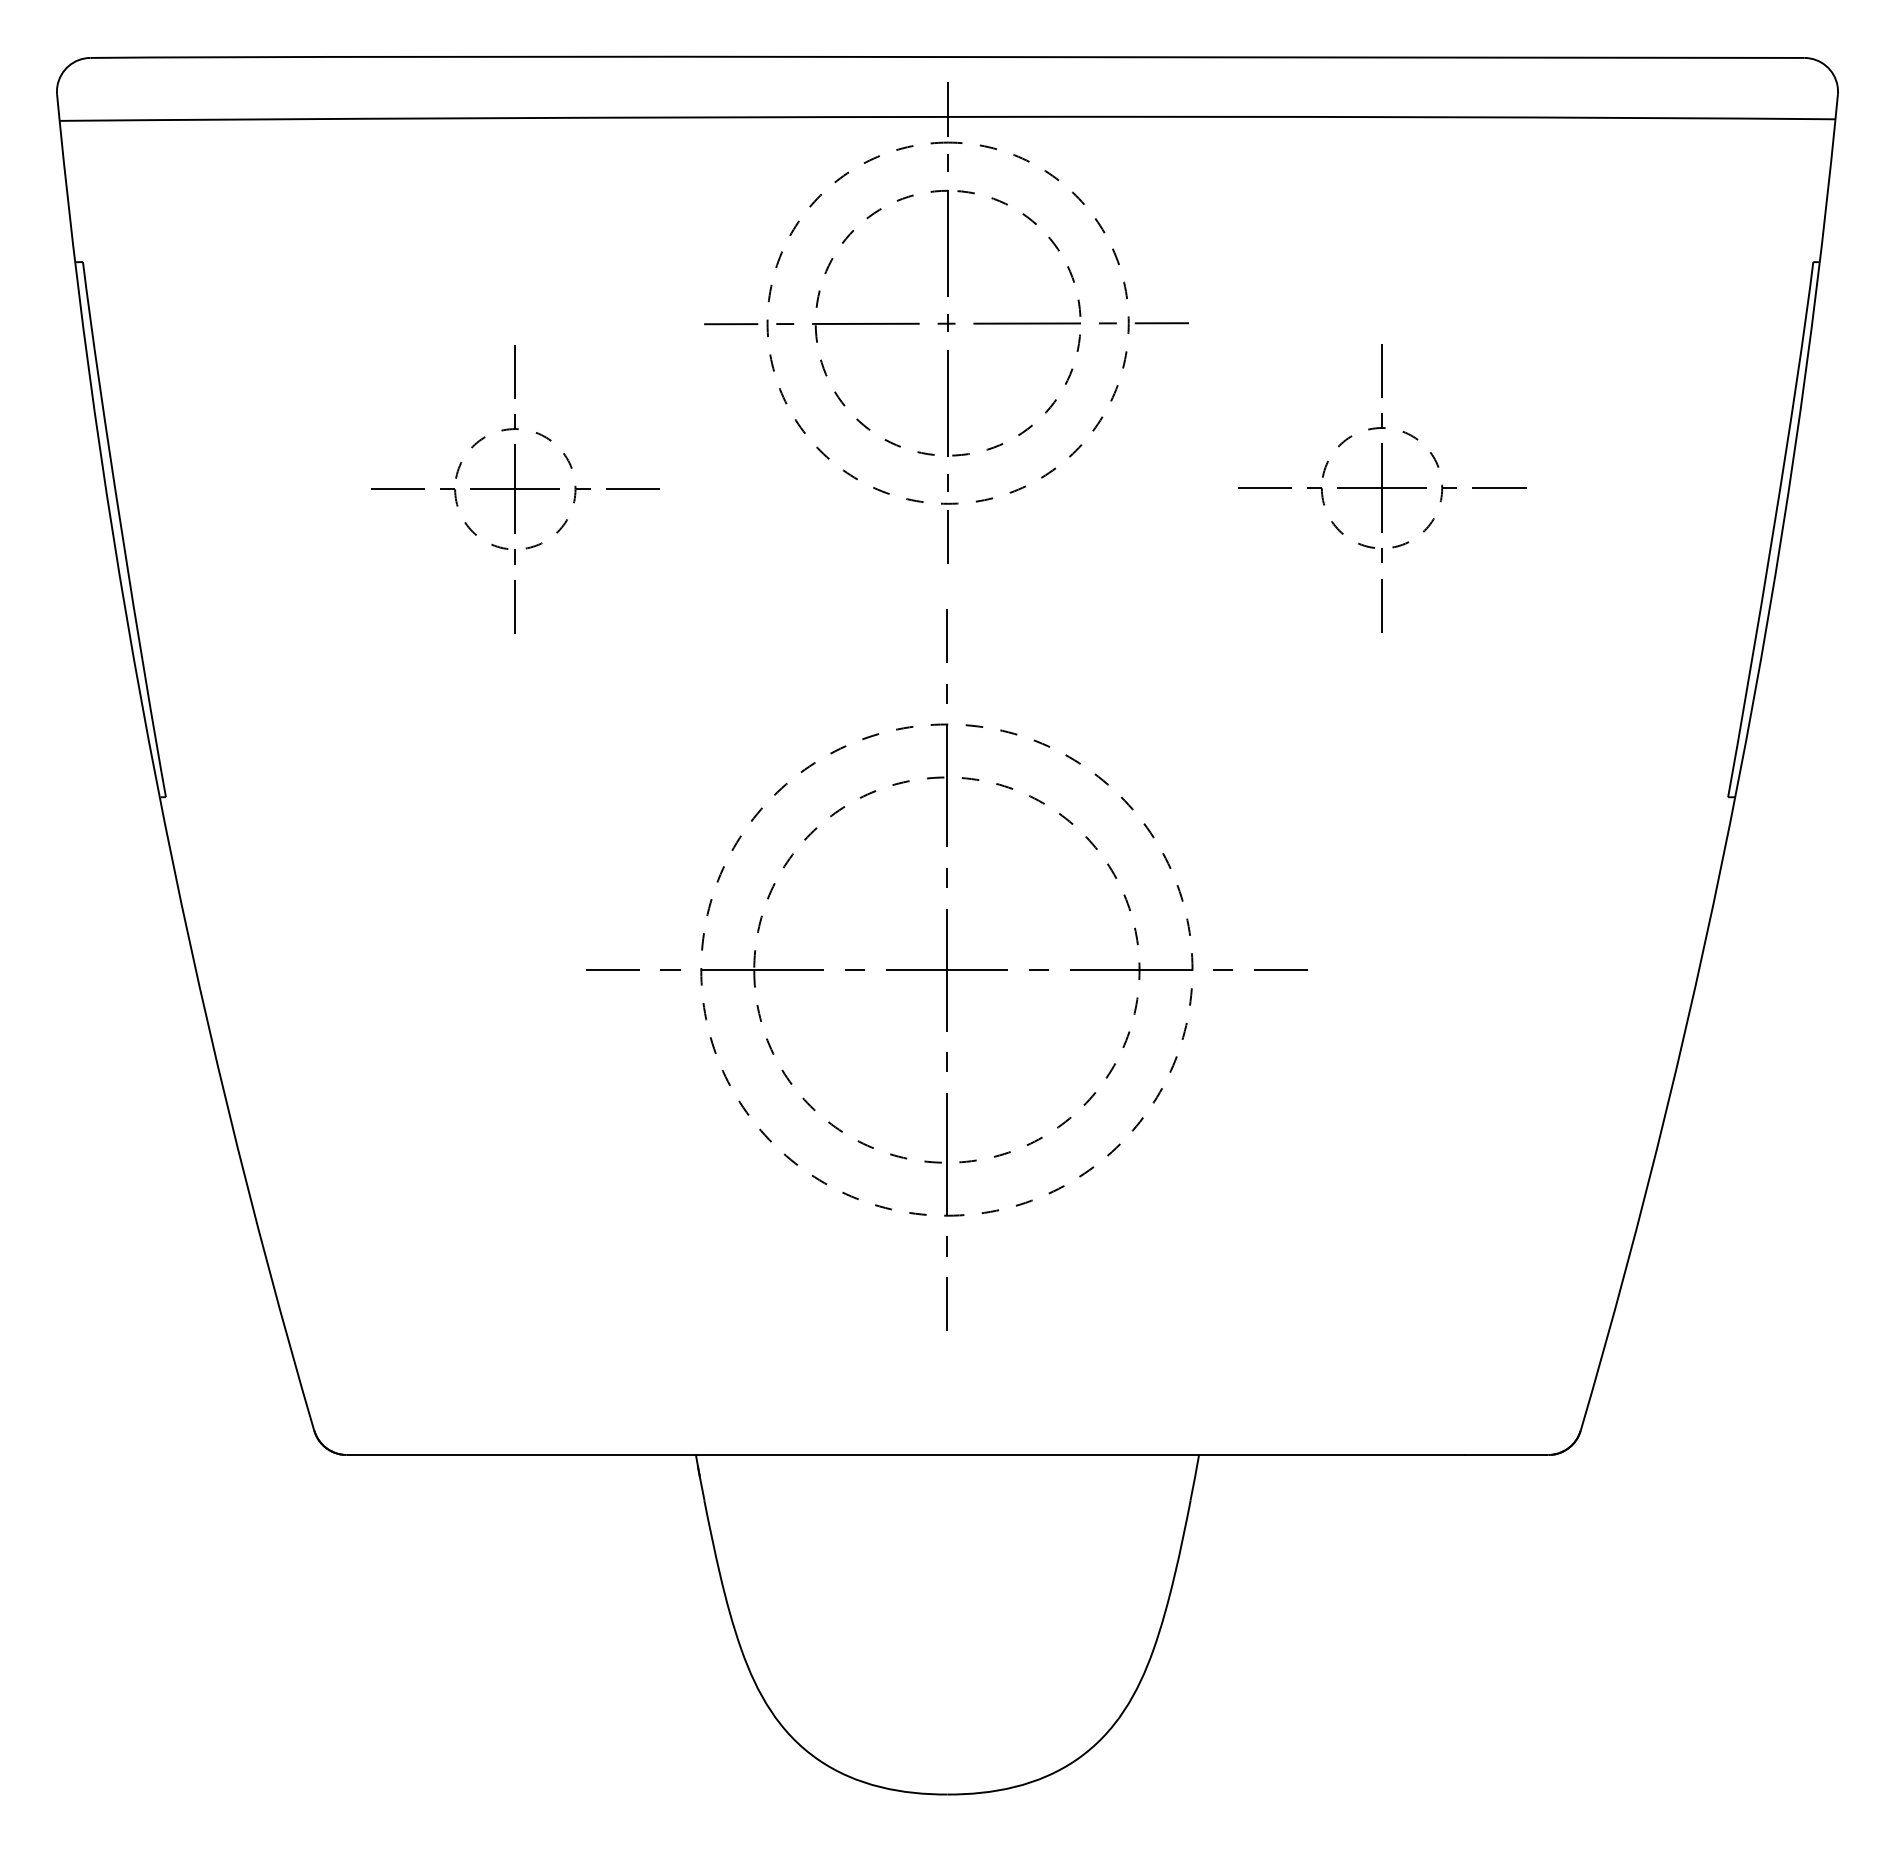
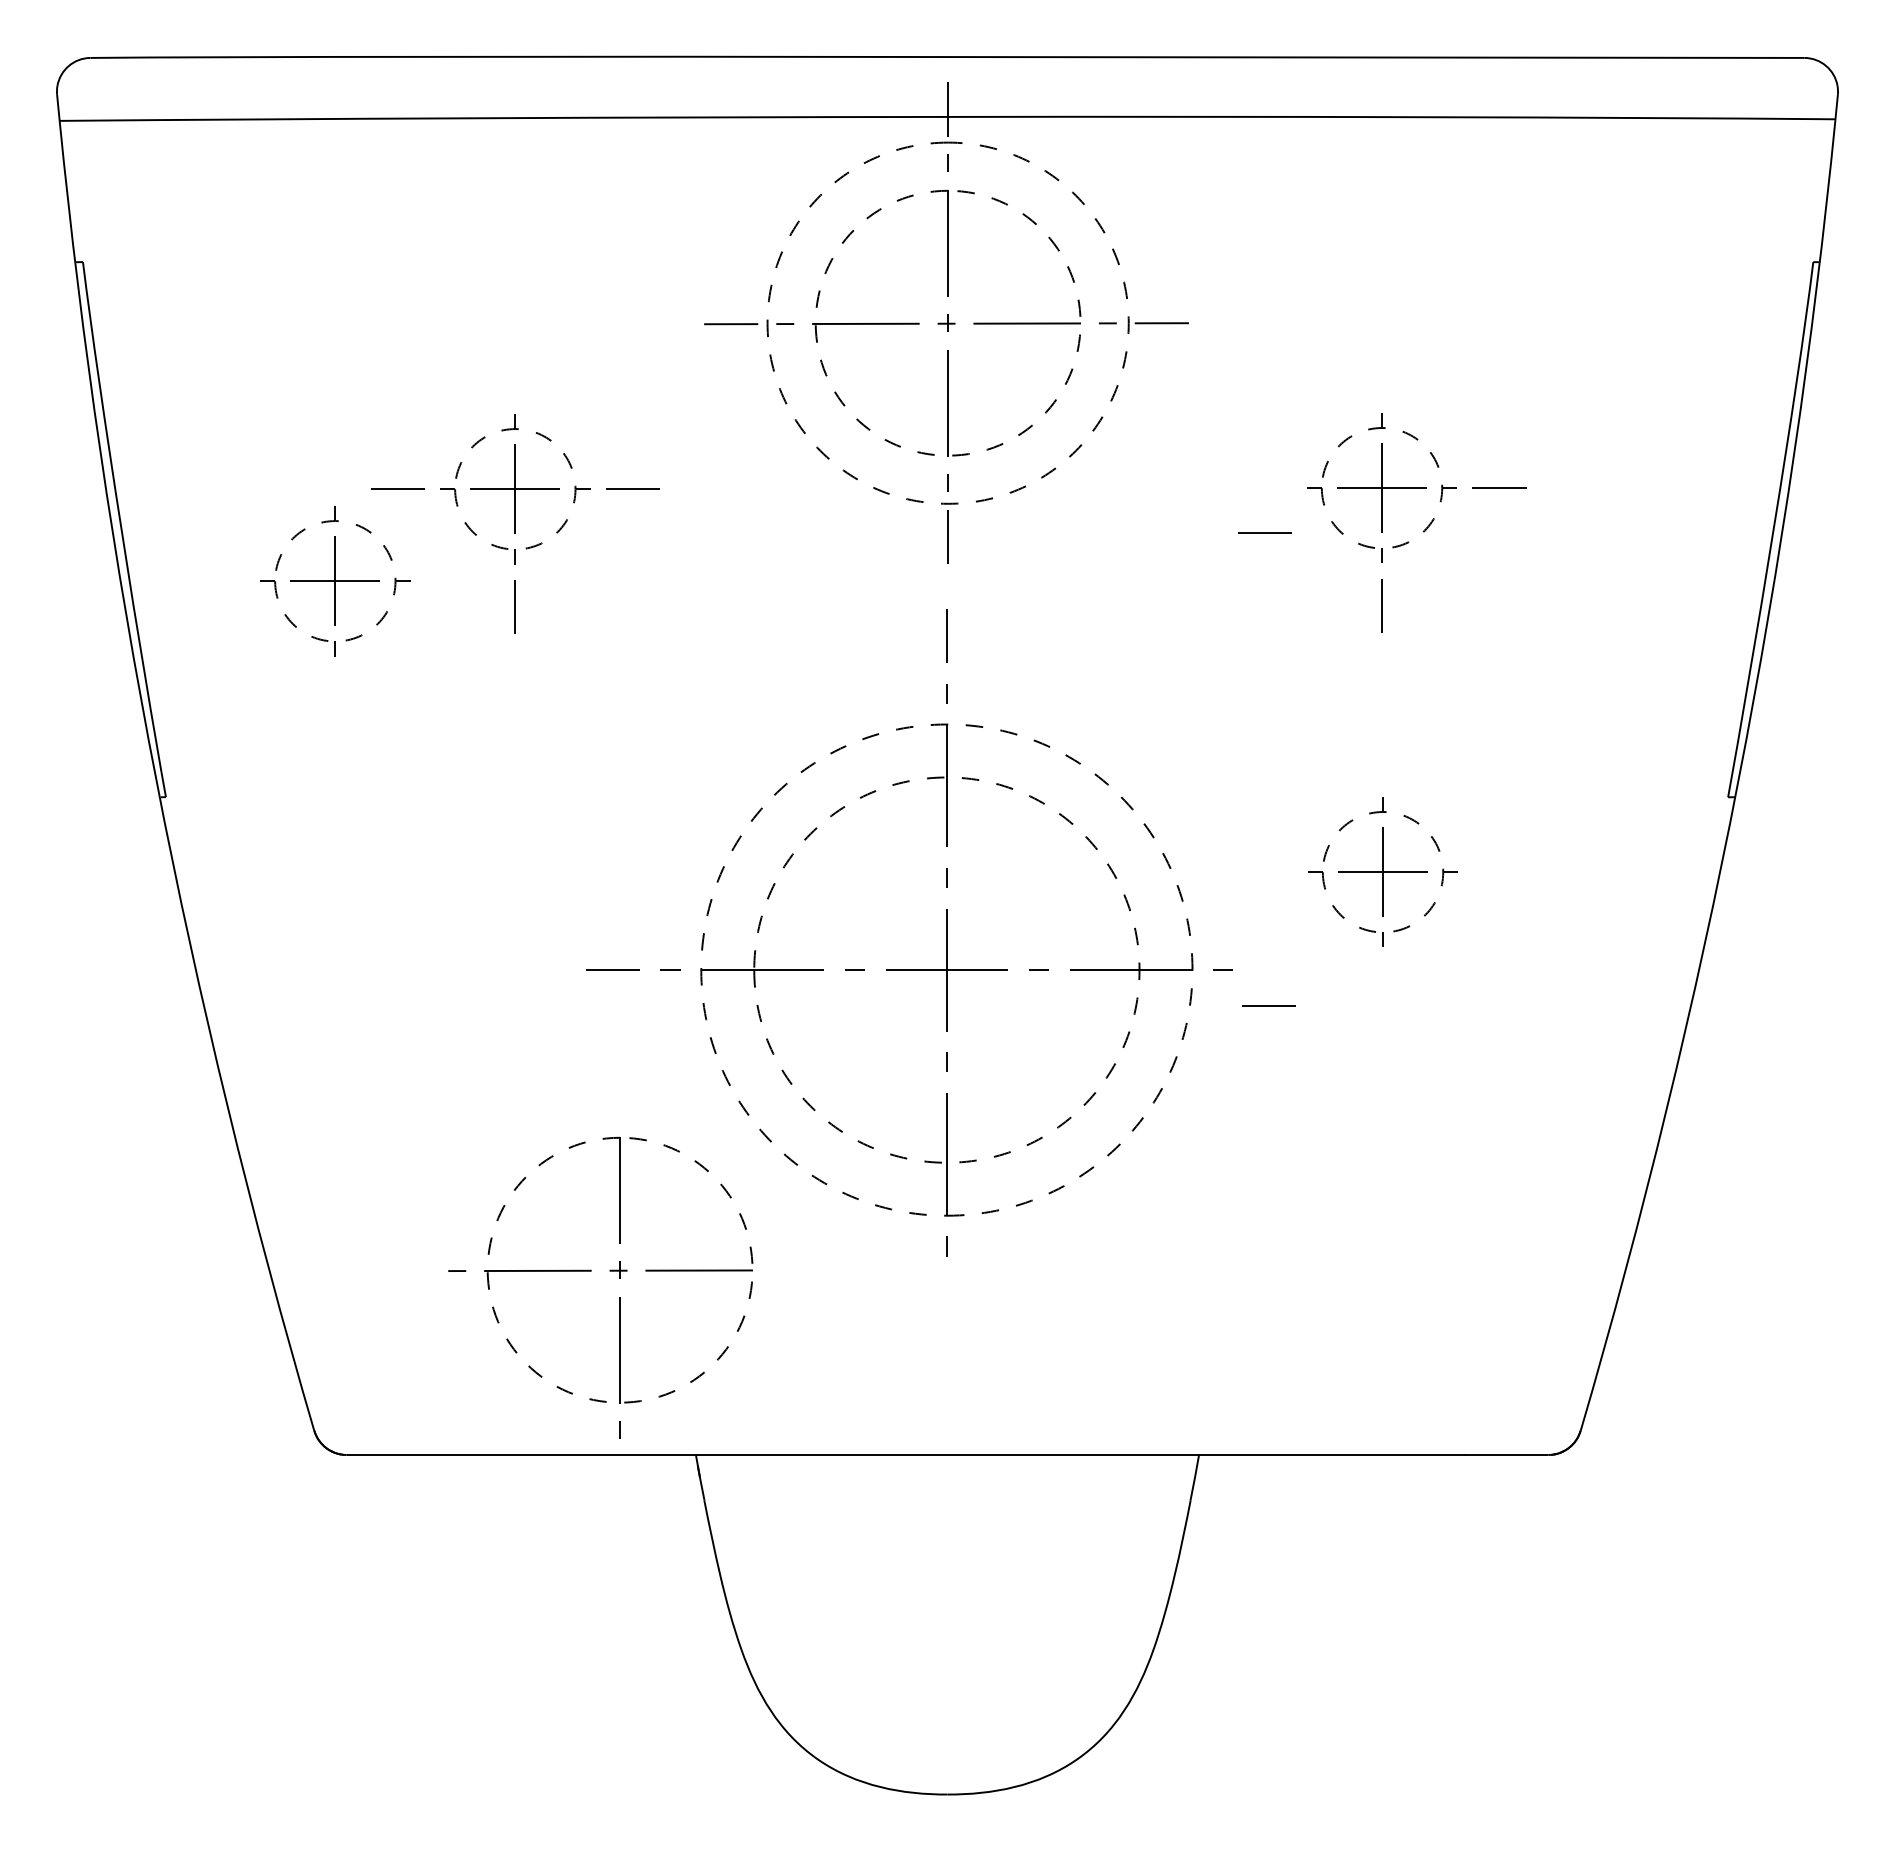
line at (1381, 370): present -> none
line at (514, 371): present -> none
line at (1264, 487) position: (1264, 487) -> (1264, 532)
part at (335, 581): none -> present
part at (1382, 871): none -> present
line at (1280, 969) position: (1280, 969) -> (1268, 1005)
part at (591, 1271): none -> present
line at (946, 1303): present -> none
